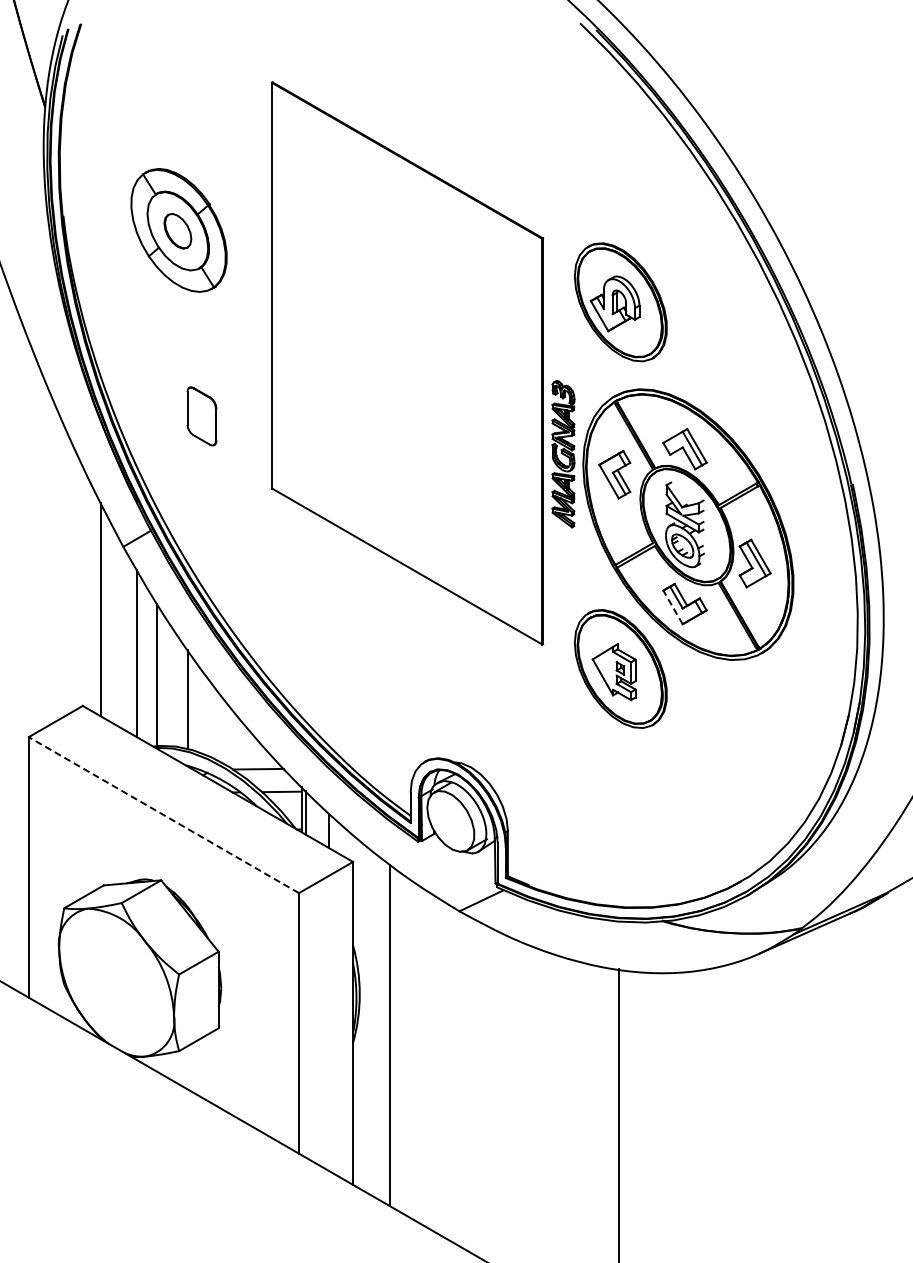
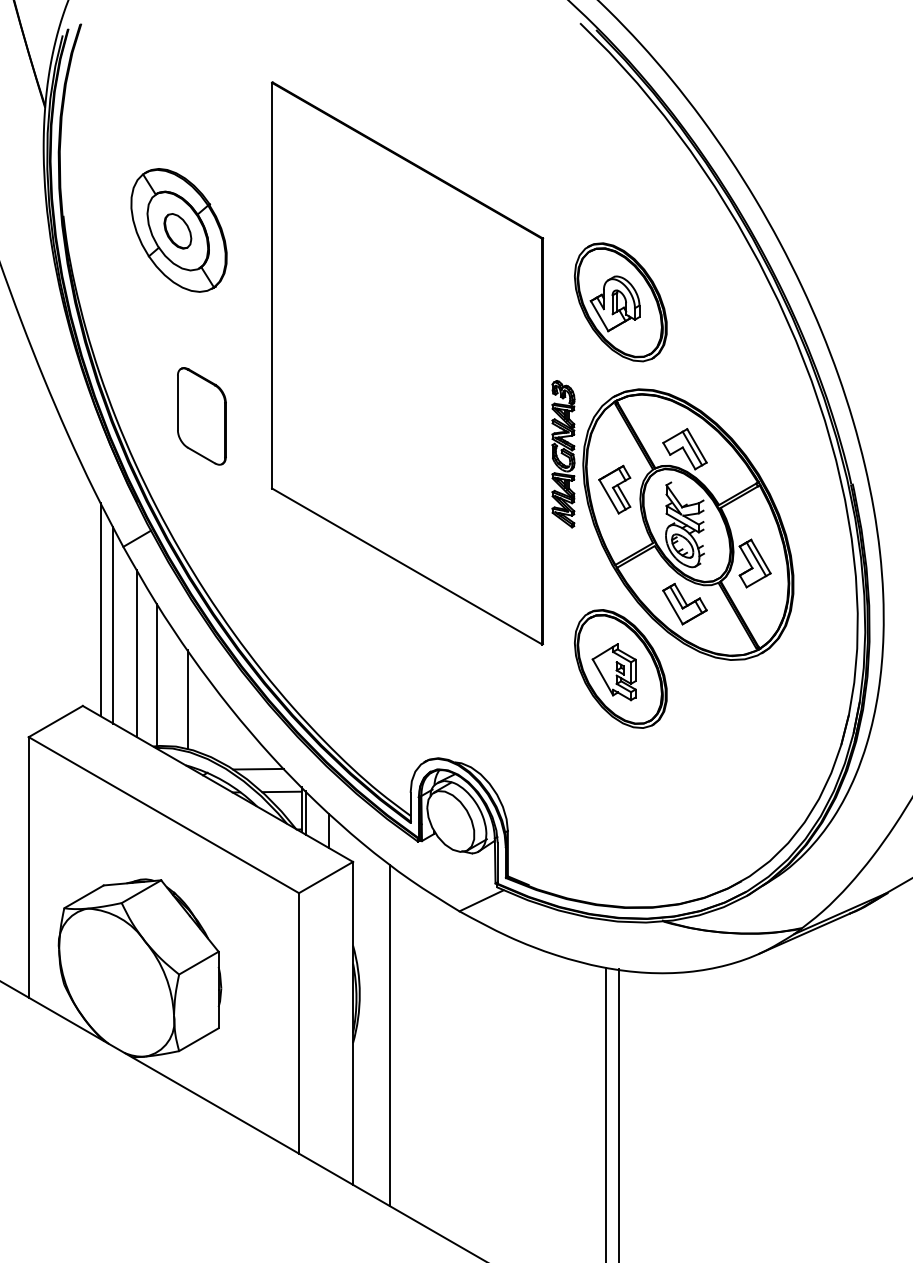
part at (201, 416) size: 32x61 px -> 50x99 px
part at (614, 474) position: (614, 474) -> (614, 489)
line at (672, 607): dashed -> solid
line at (113, 625): none -> present
line at (163, 814): dashed -> solid
line at (606, 1113): none -> present
